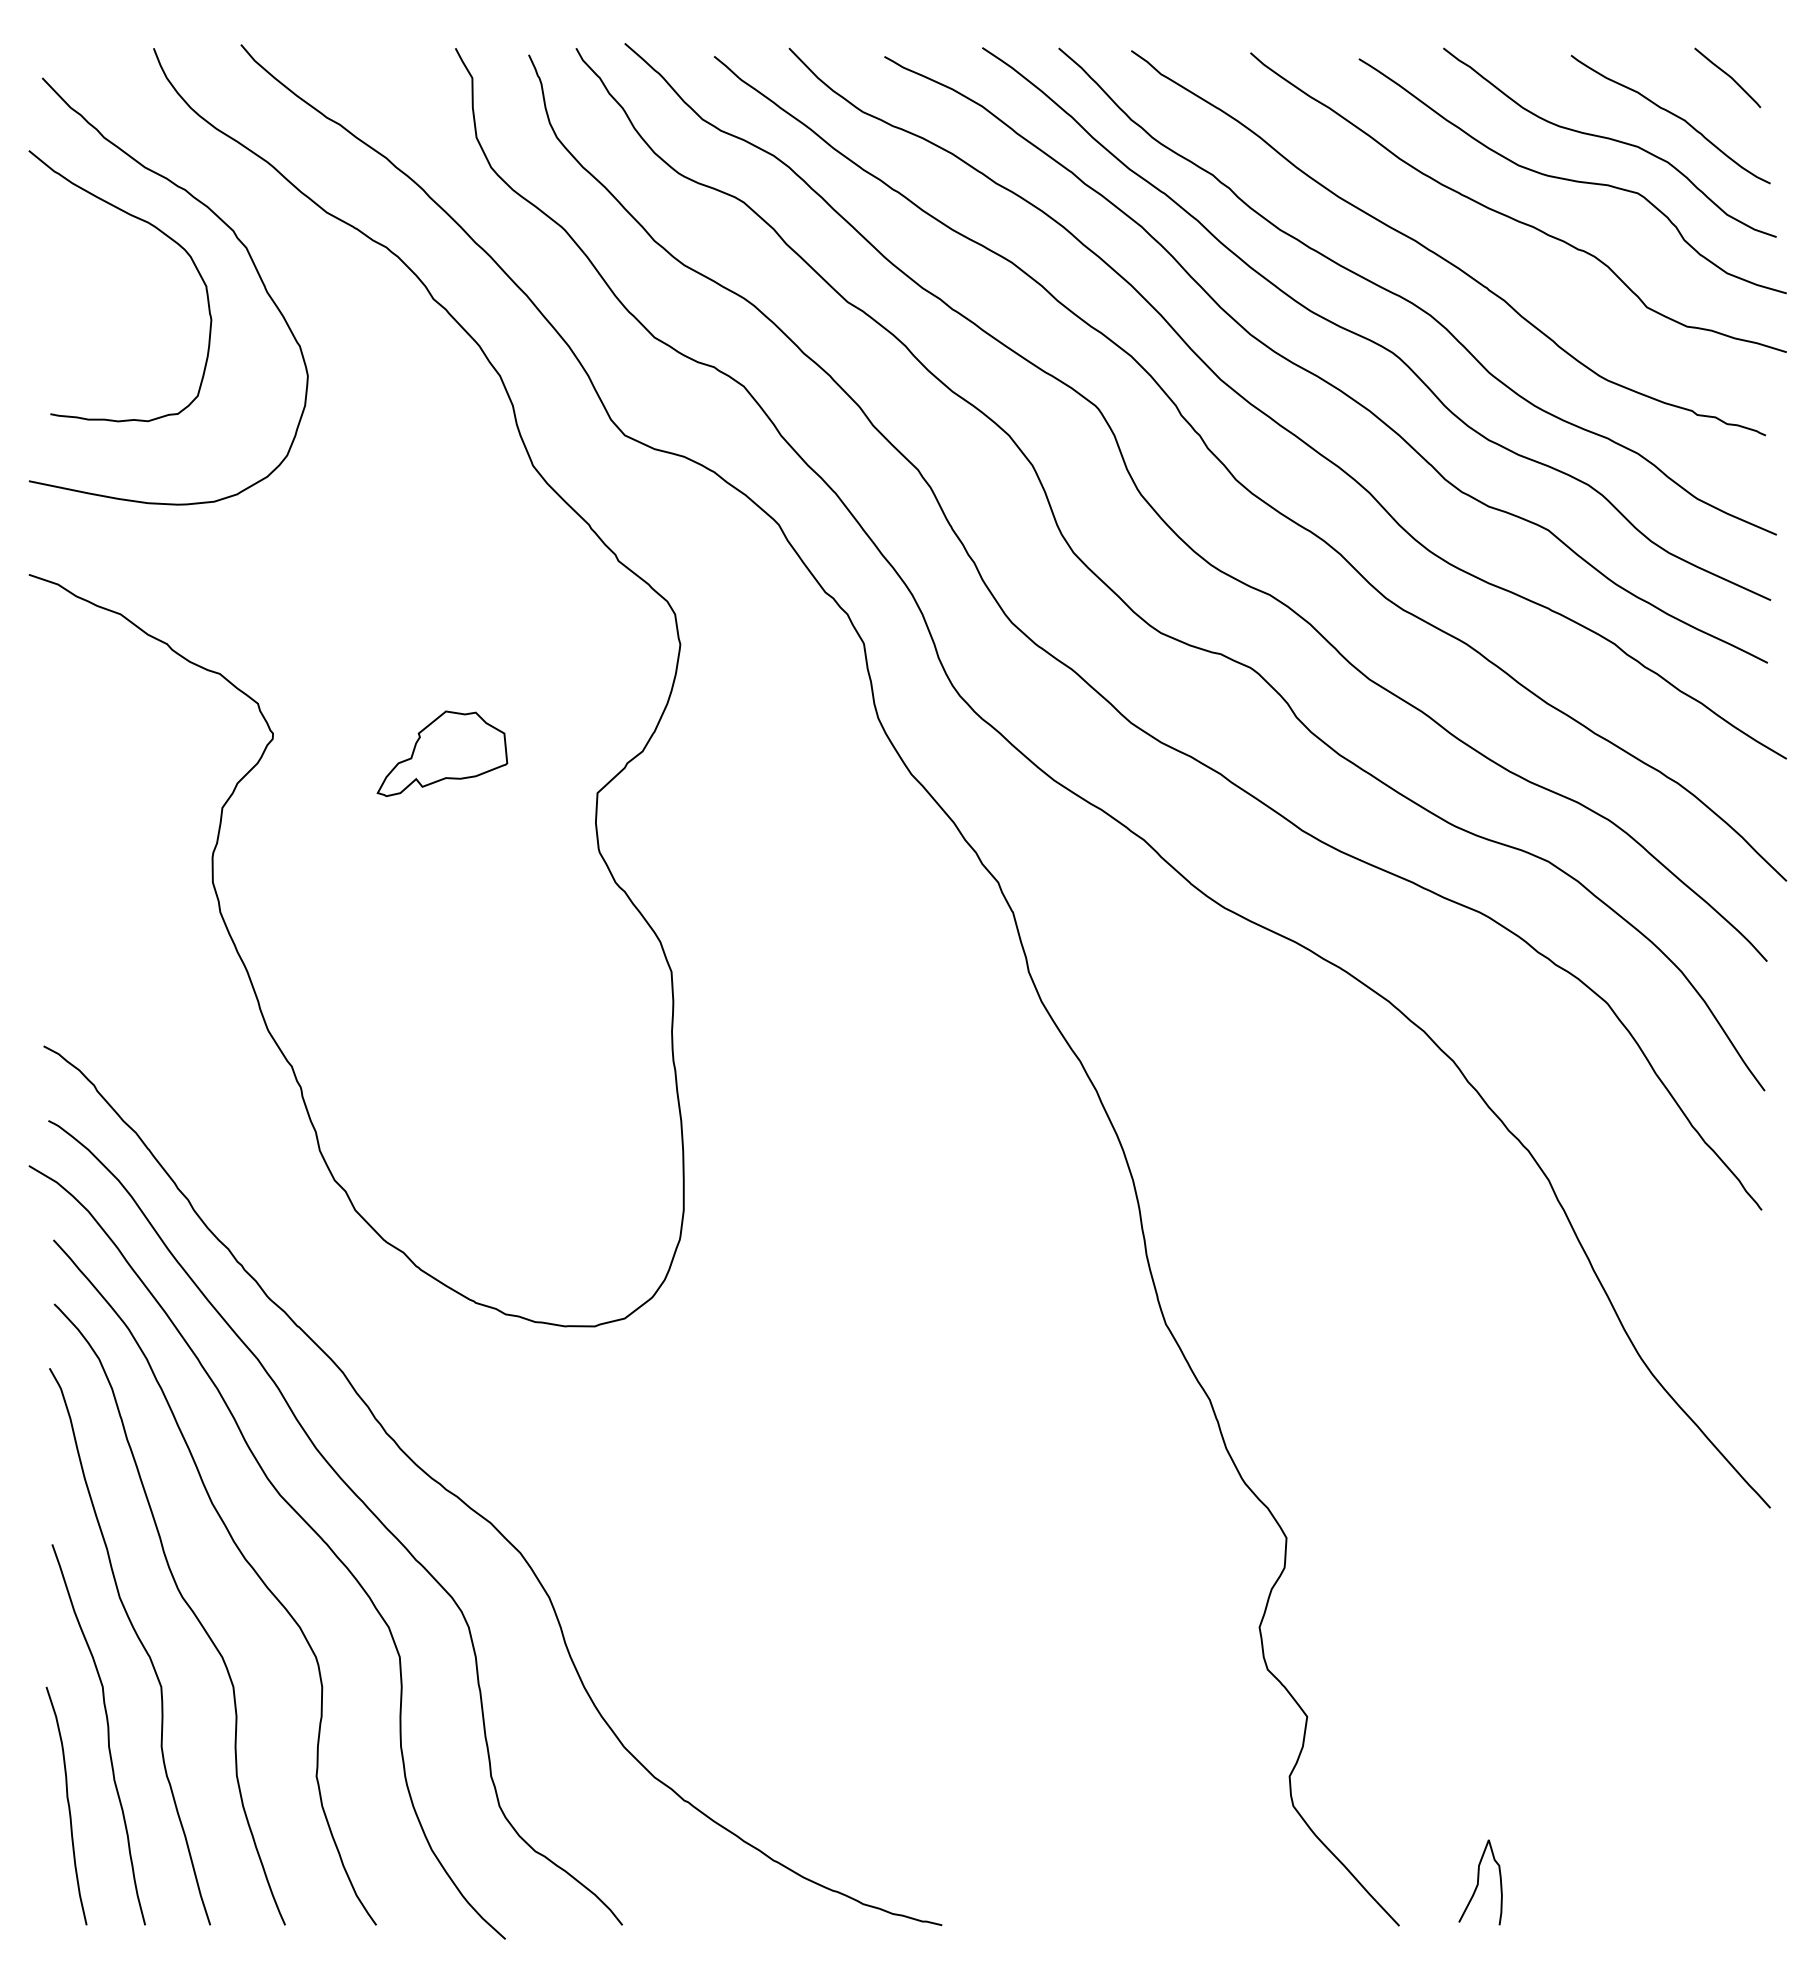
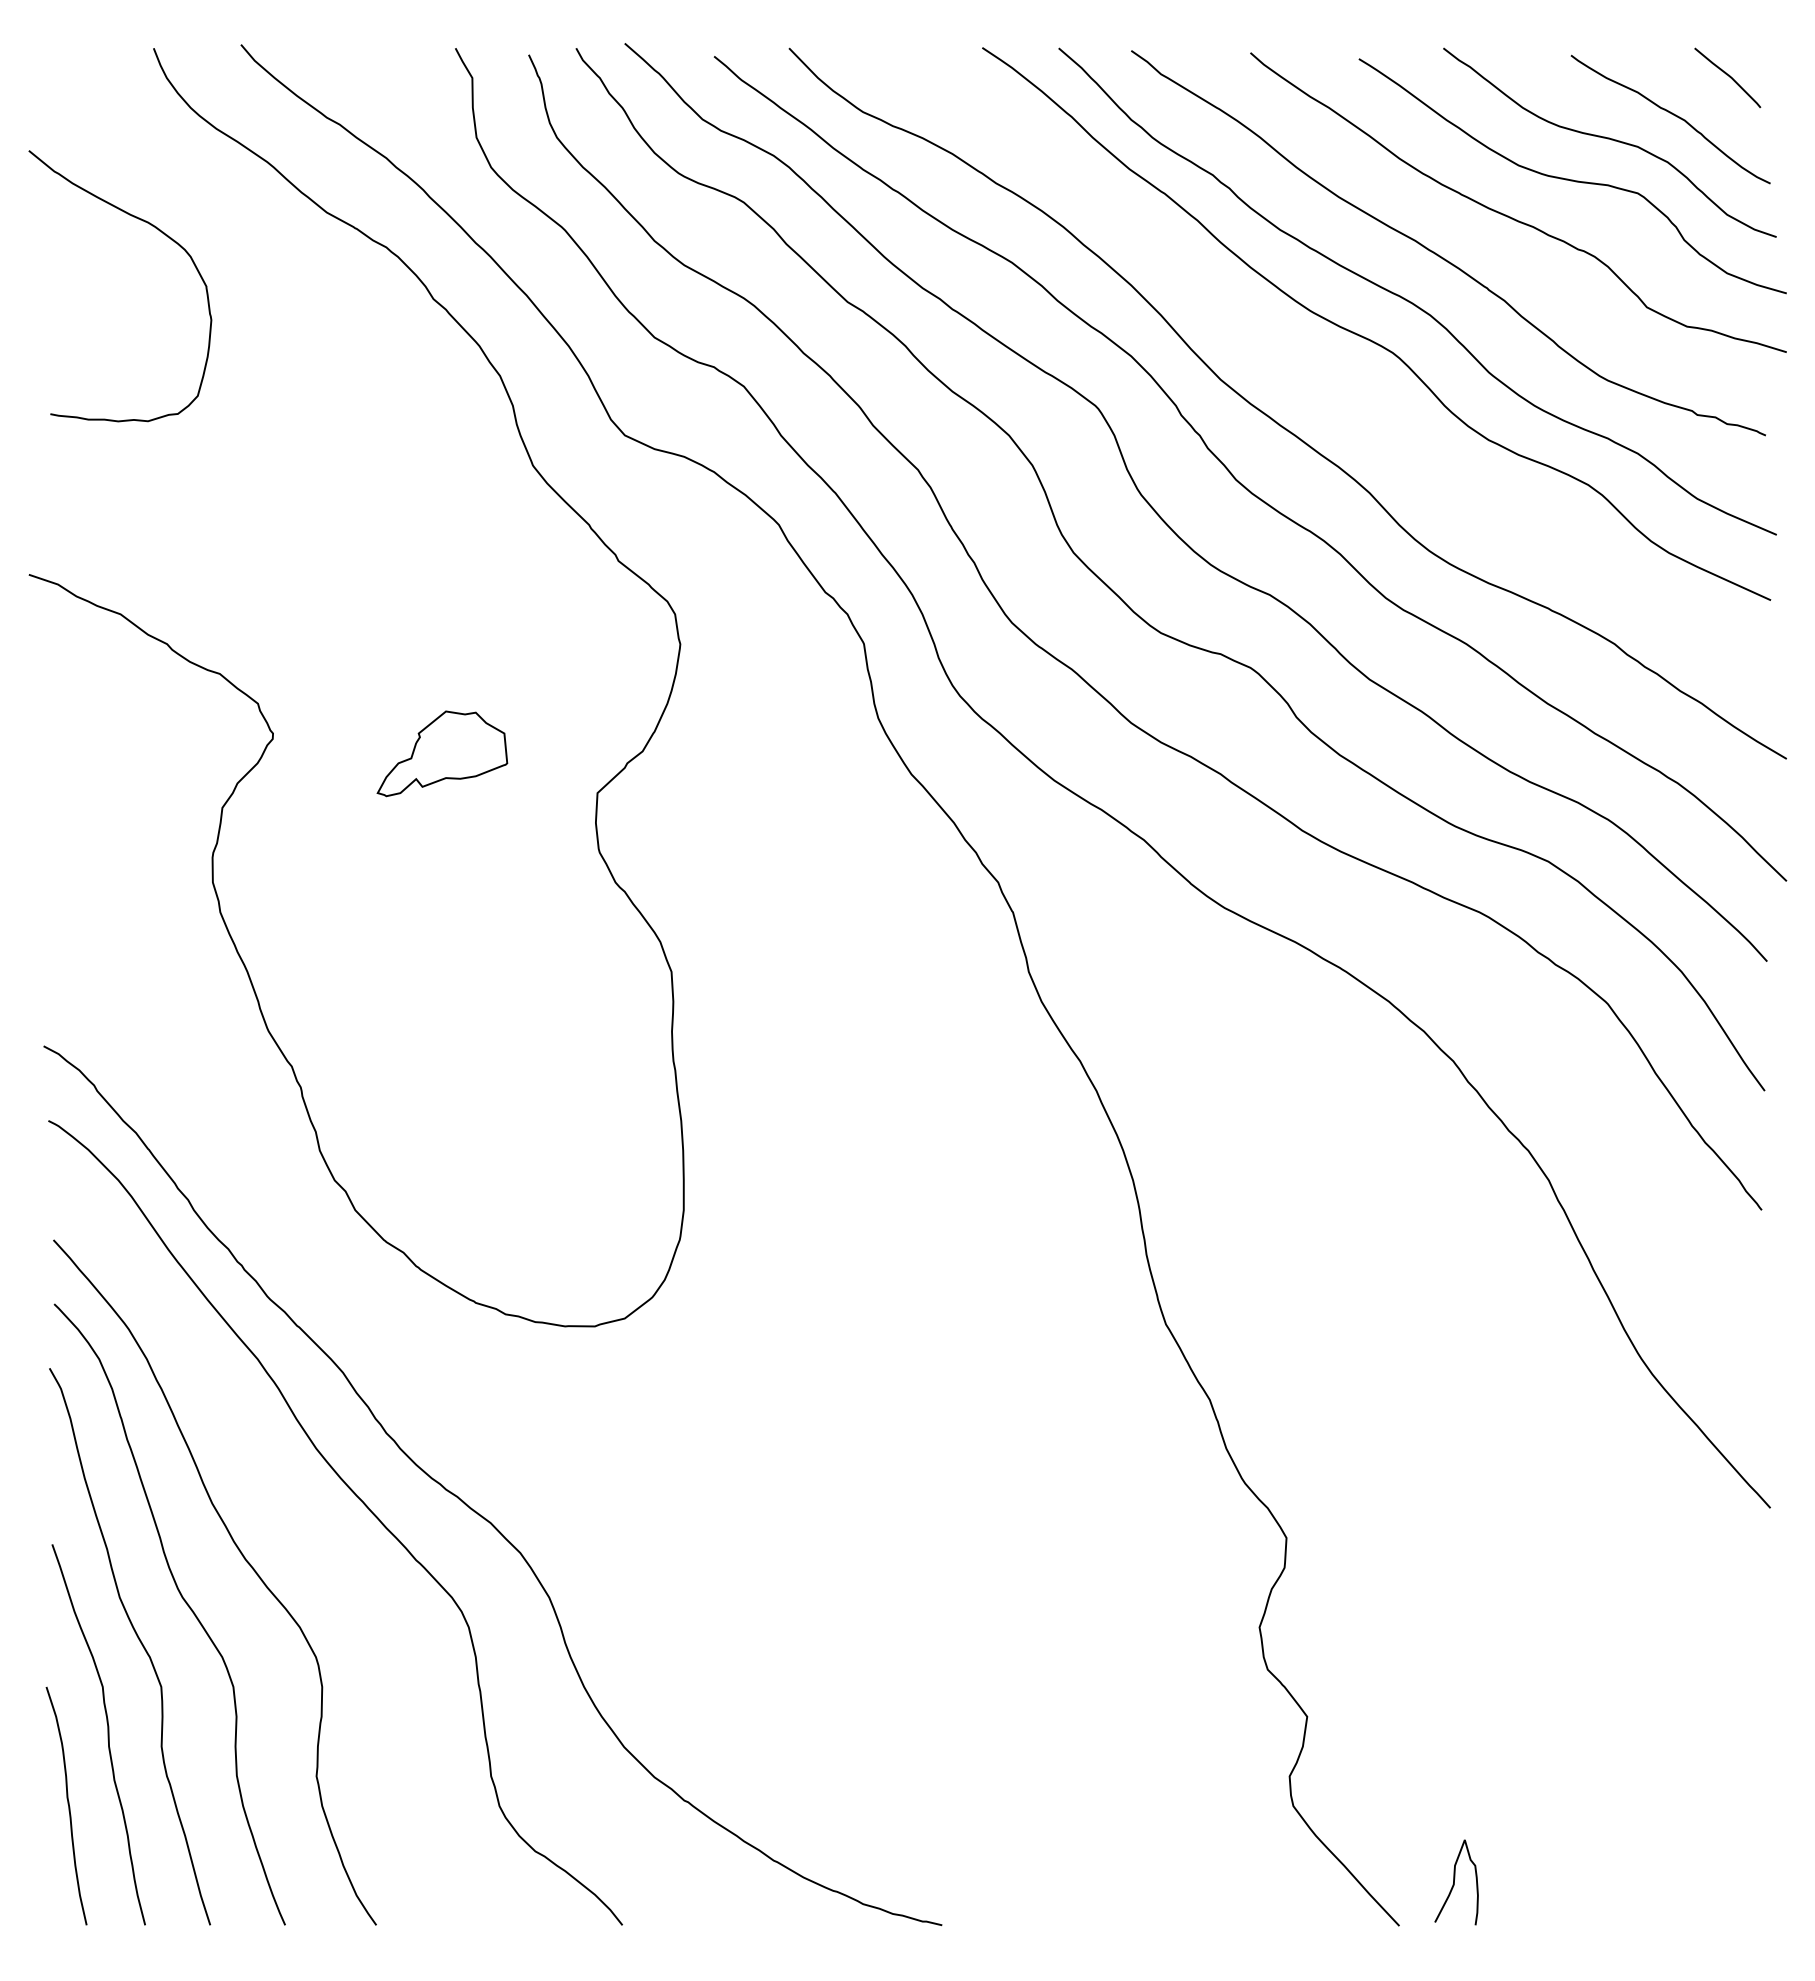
curve at (236, 238): present -> none
curve at (1318, 375): present -> none
curve at (303, 1521): present -> none
curve at (1478, 1882) position: (1478, 1882) -> (1454, 1882)
